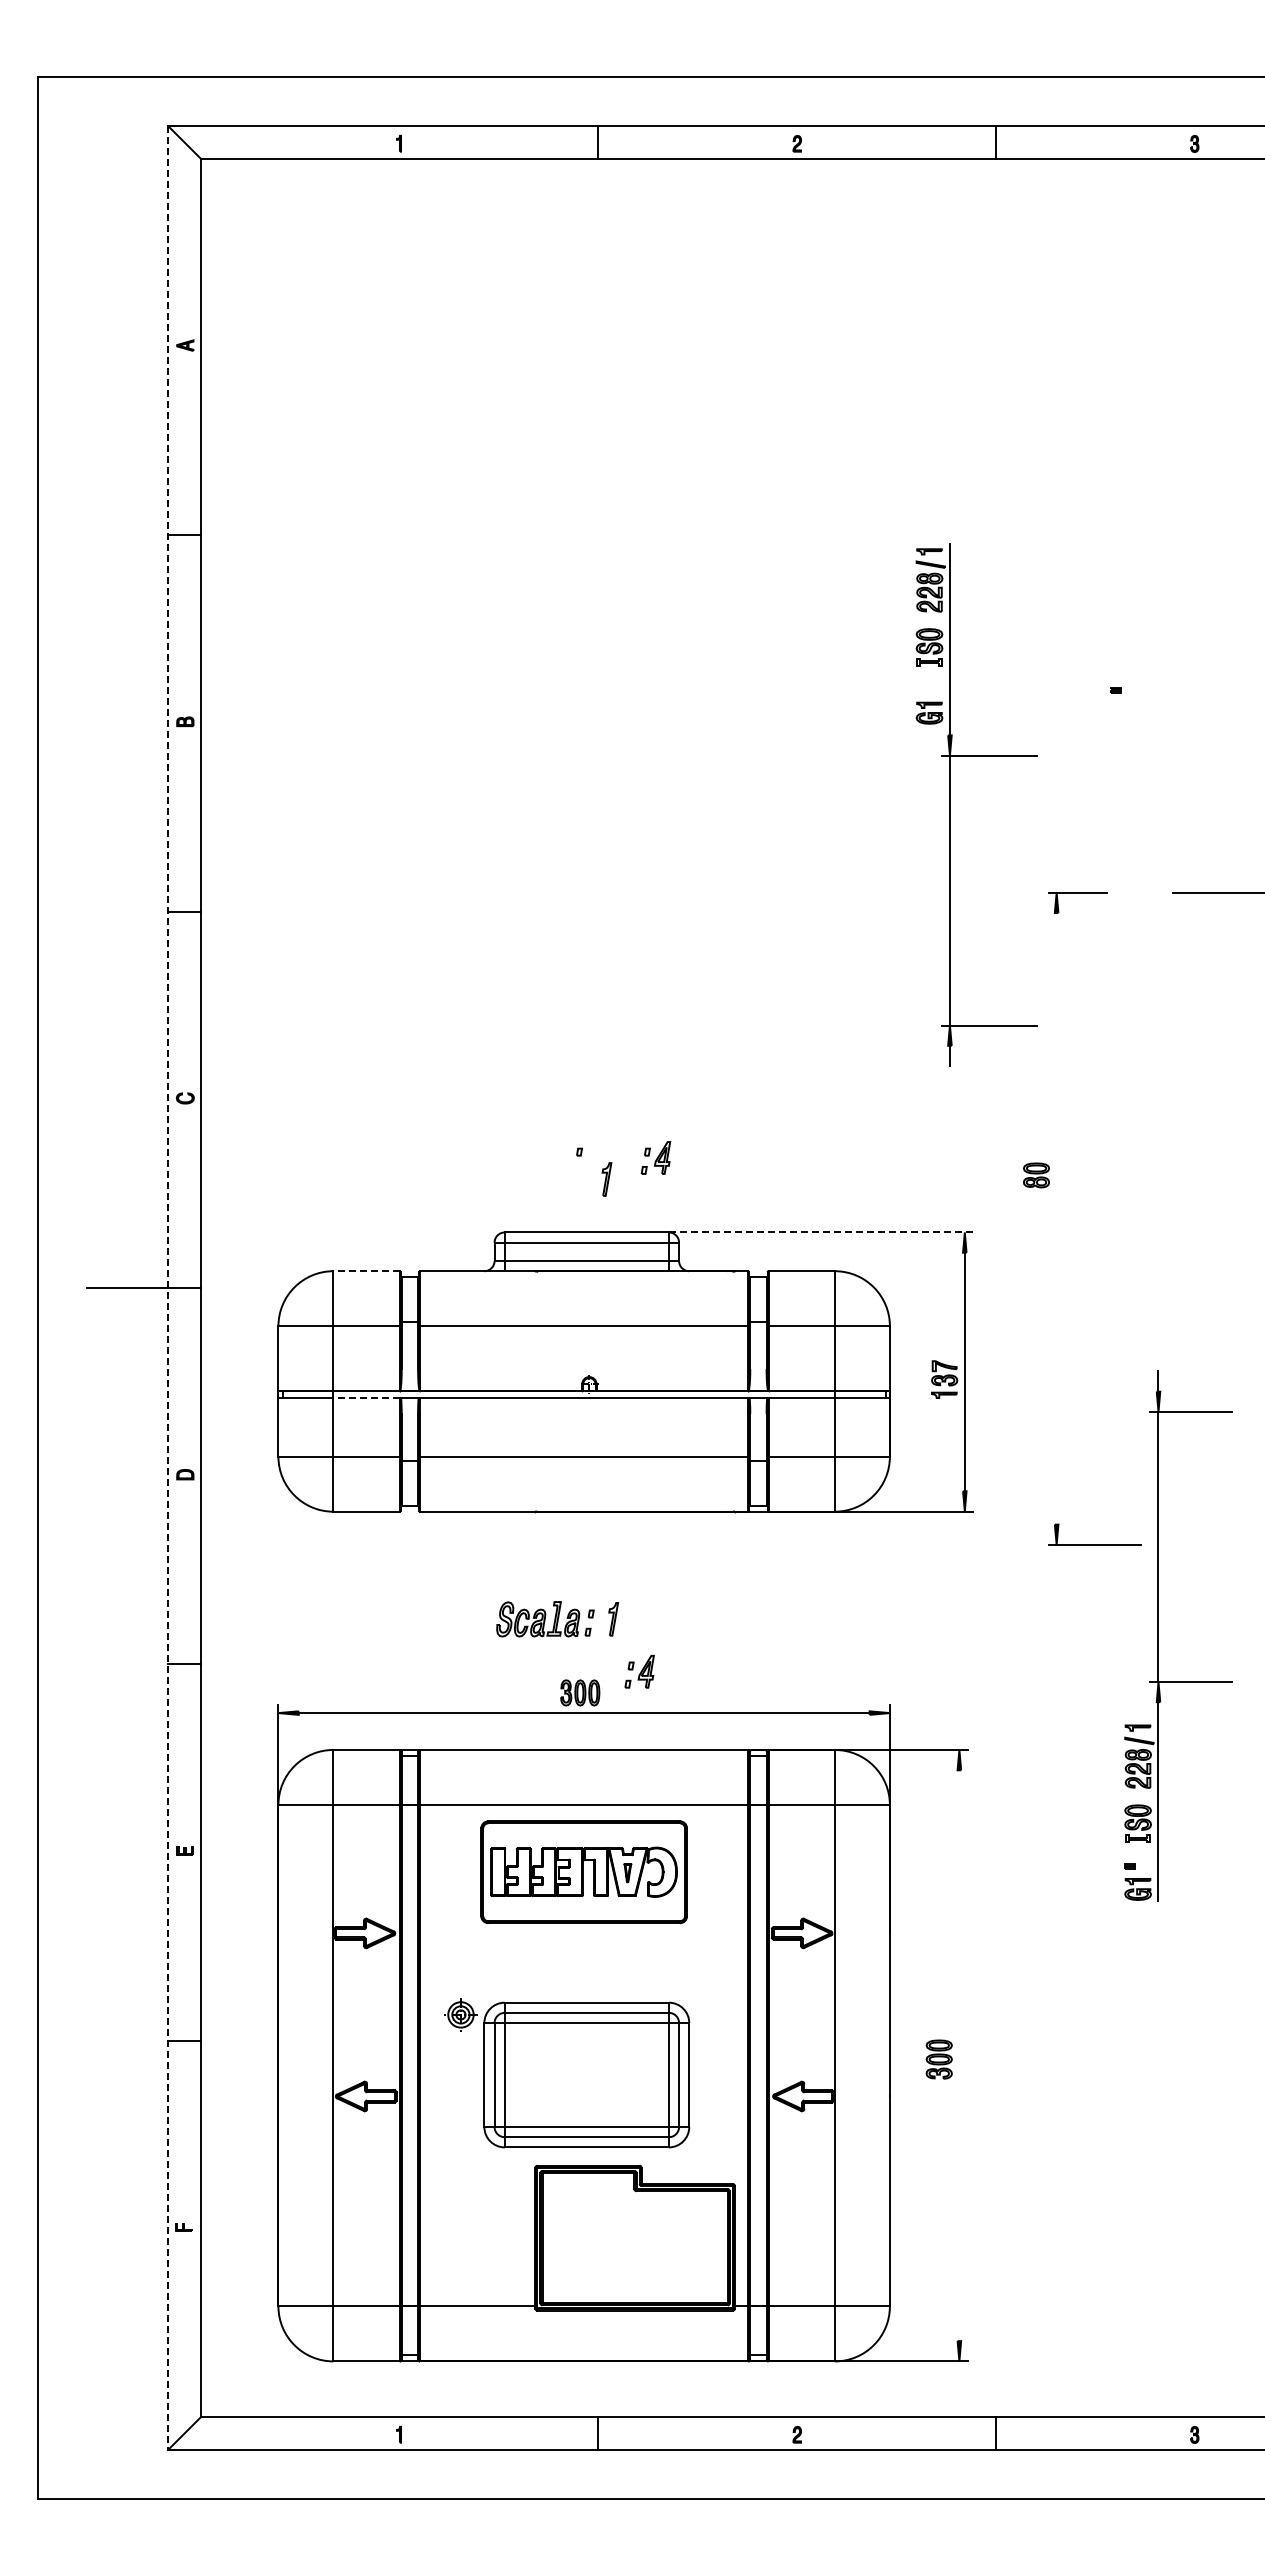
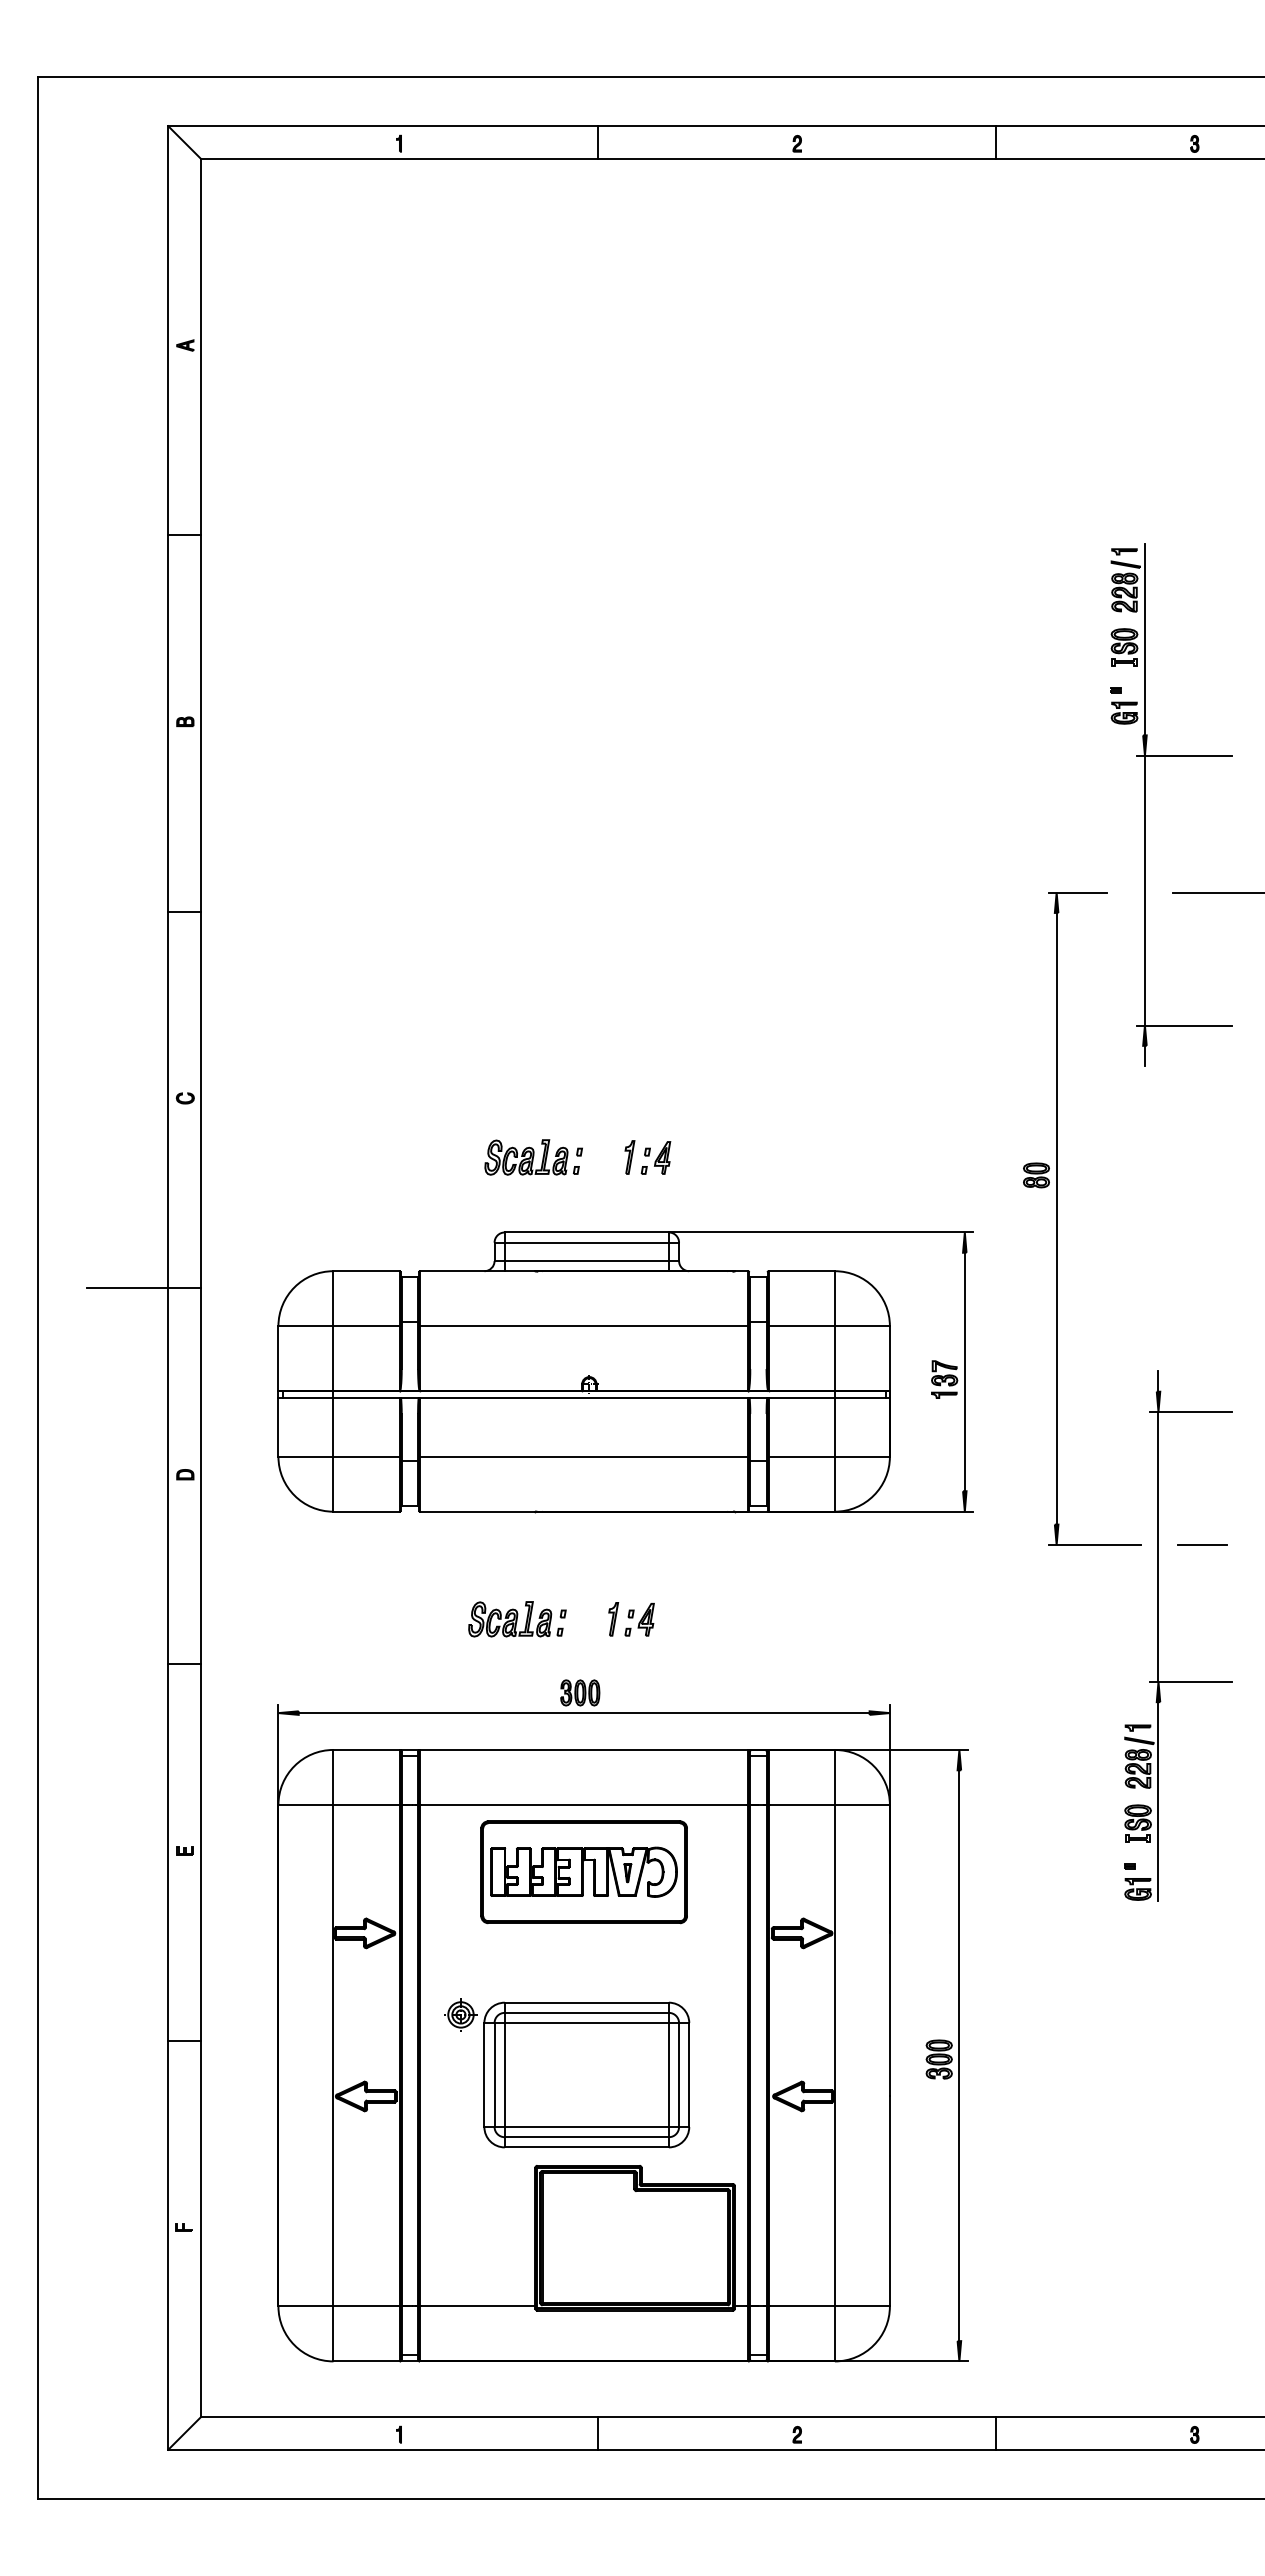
part at (950, 804) position: (950, 804) -> (1145, 804)
part at (531, 1157): none -> present
part at (606, 1179) position: (606, 1179) -> (629, 1157)
line at (1056, 1218): none -> present
line at (821, 1232): dashed -> solid
line at (366, 1271): dashed -> solid
line at (168, 1288): dashed -> solid
line at (366, 1397): dashed -> solid
line at (1202, 1544): none -> present
part at (545, 1619) position: (545, 1619) -> (517, 1619)
part at (639, 1671) position: (639, 1671) -> (639, 1619)
line at (959, 2055): none -> present
